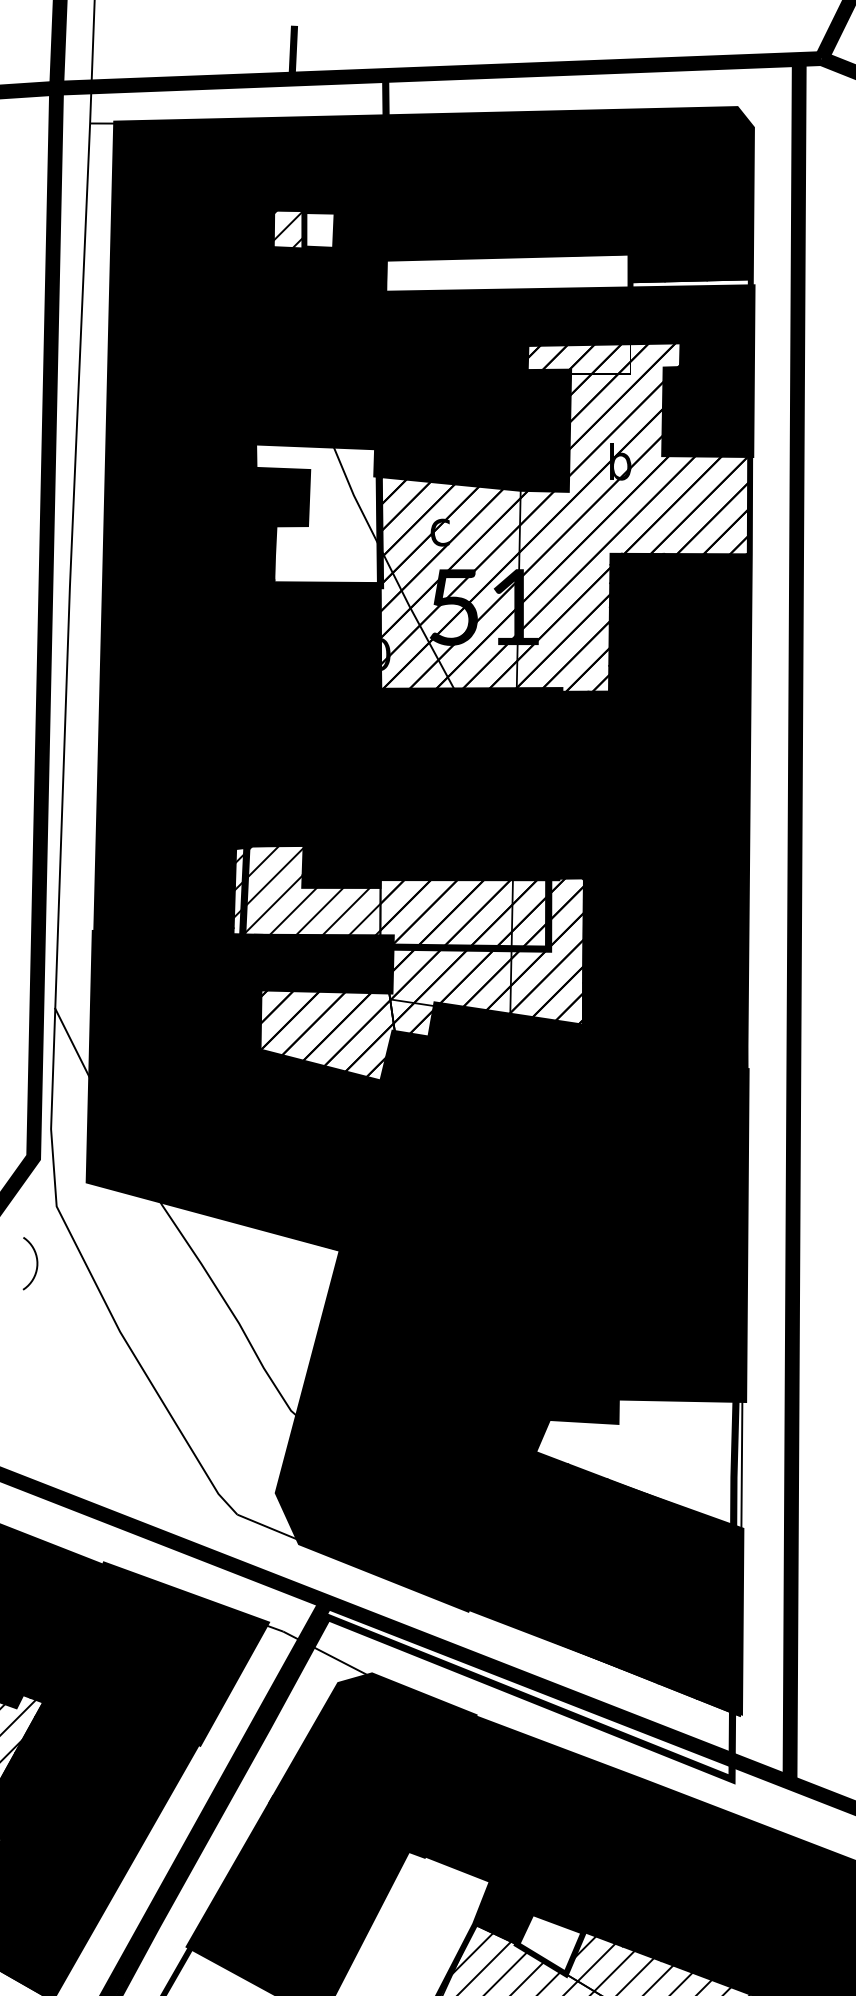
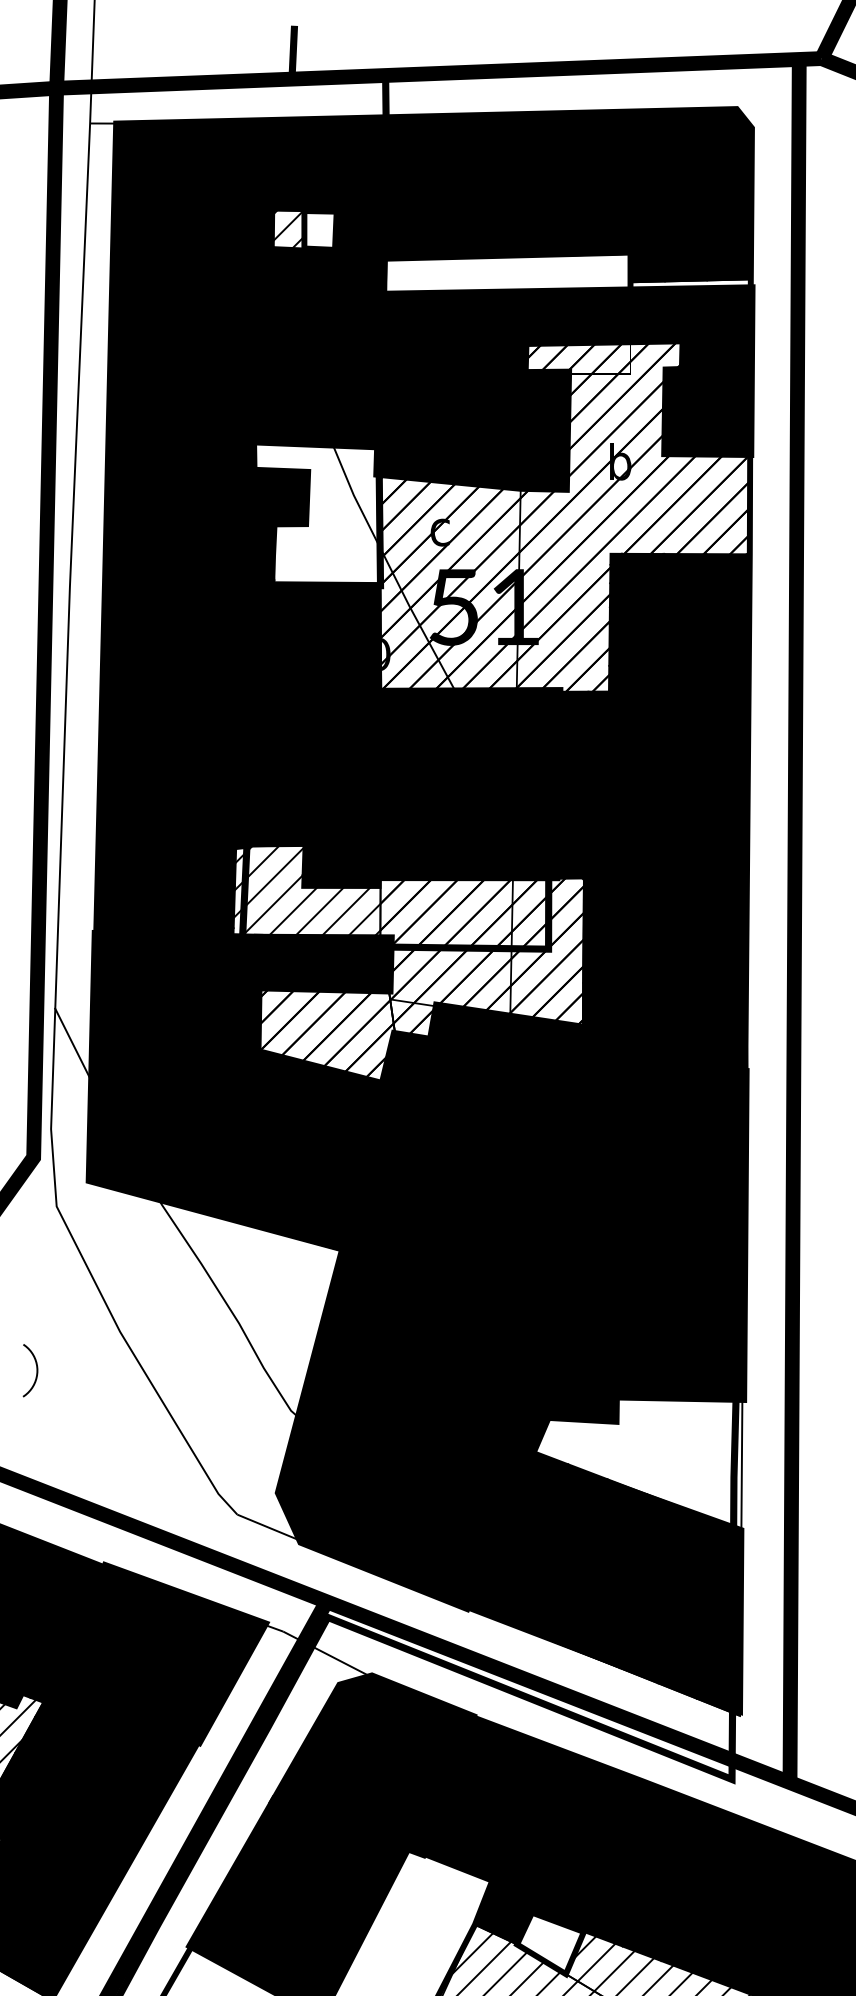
curve at (36, 1263) position: (36, 1263) -> (36, 1370)
